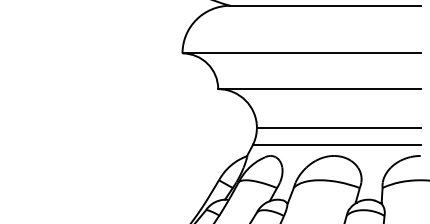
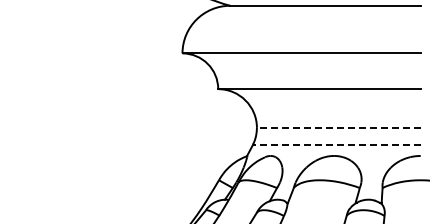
line at (338, 127): solid -> dashed
line at (336, 144): solid -> dashed
